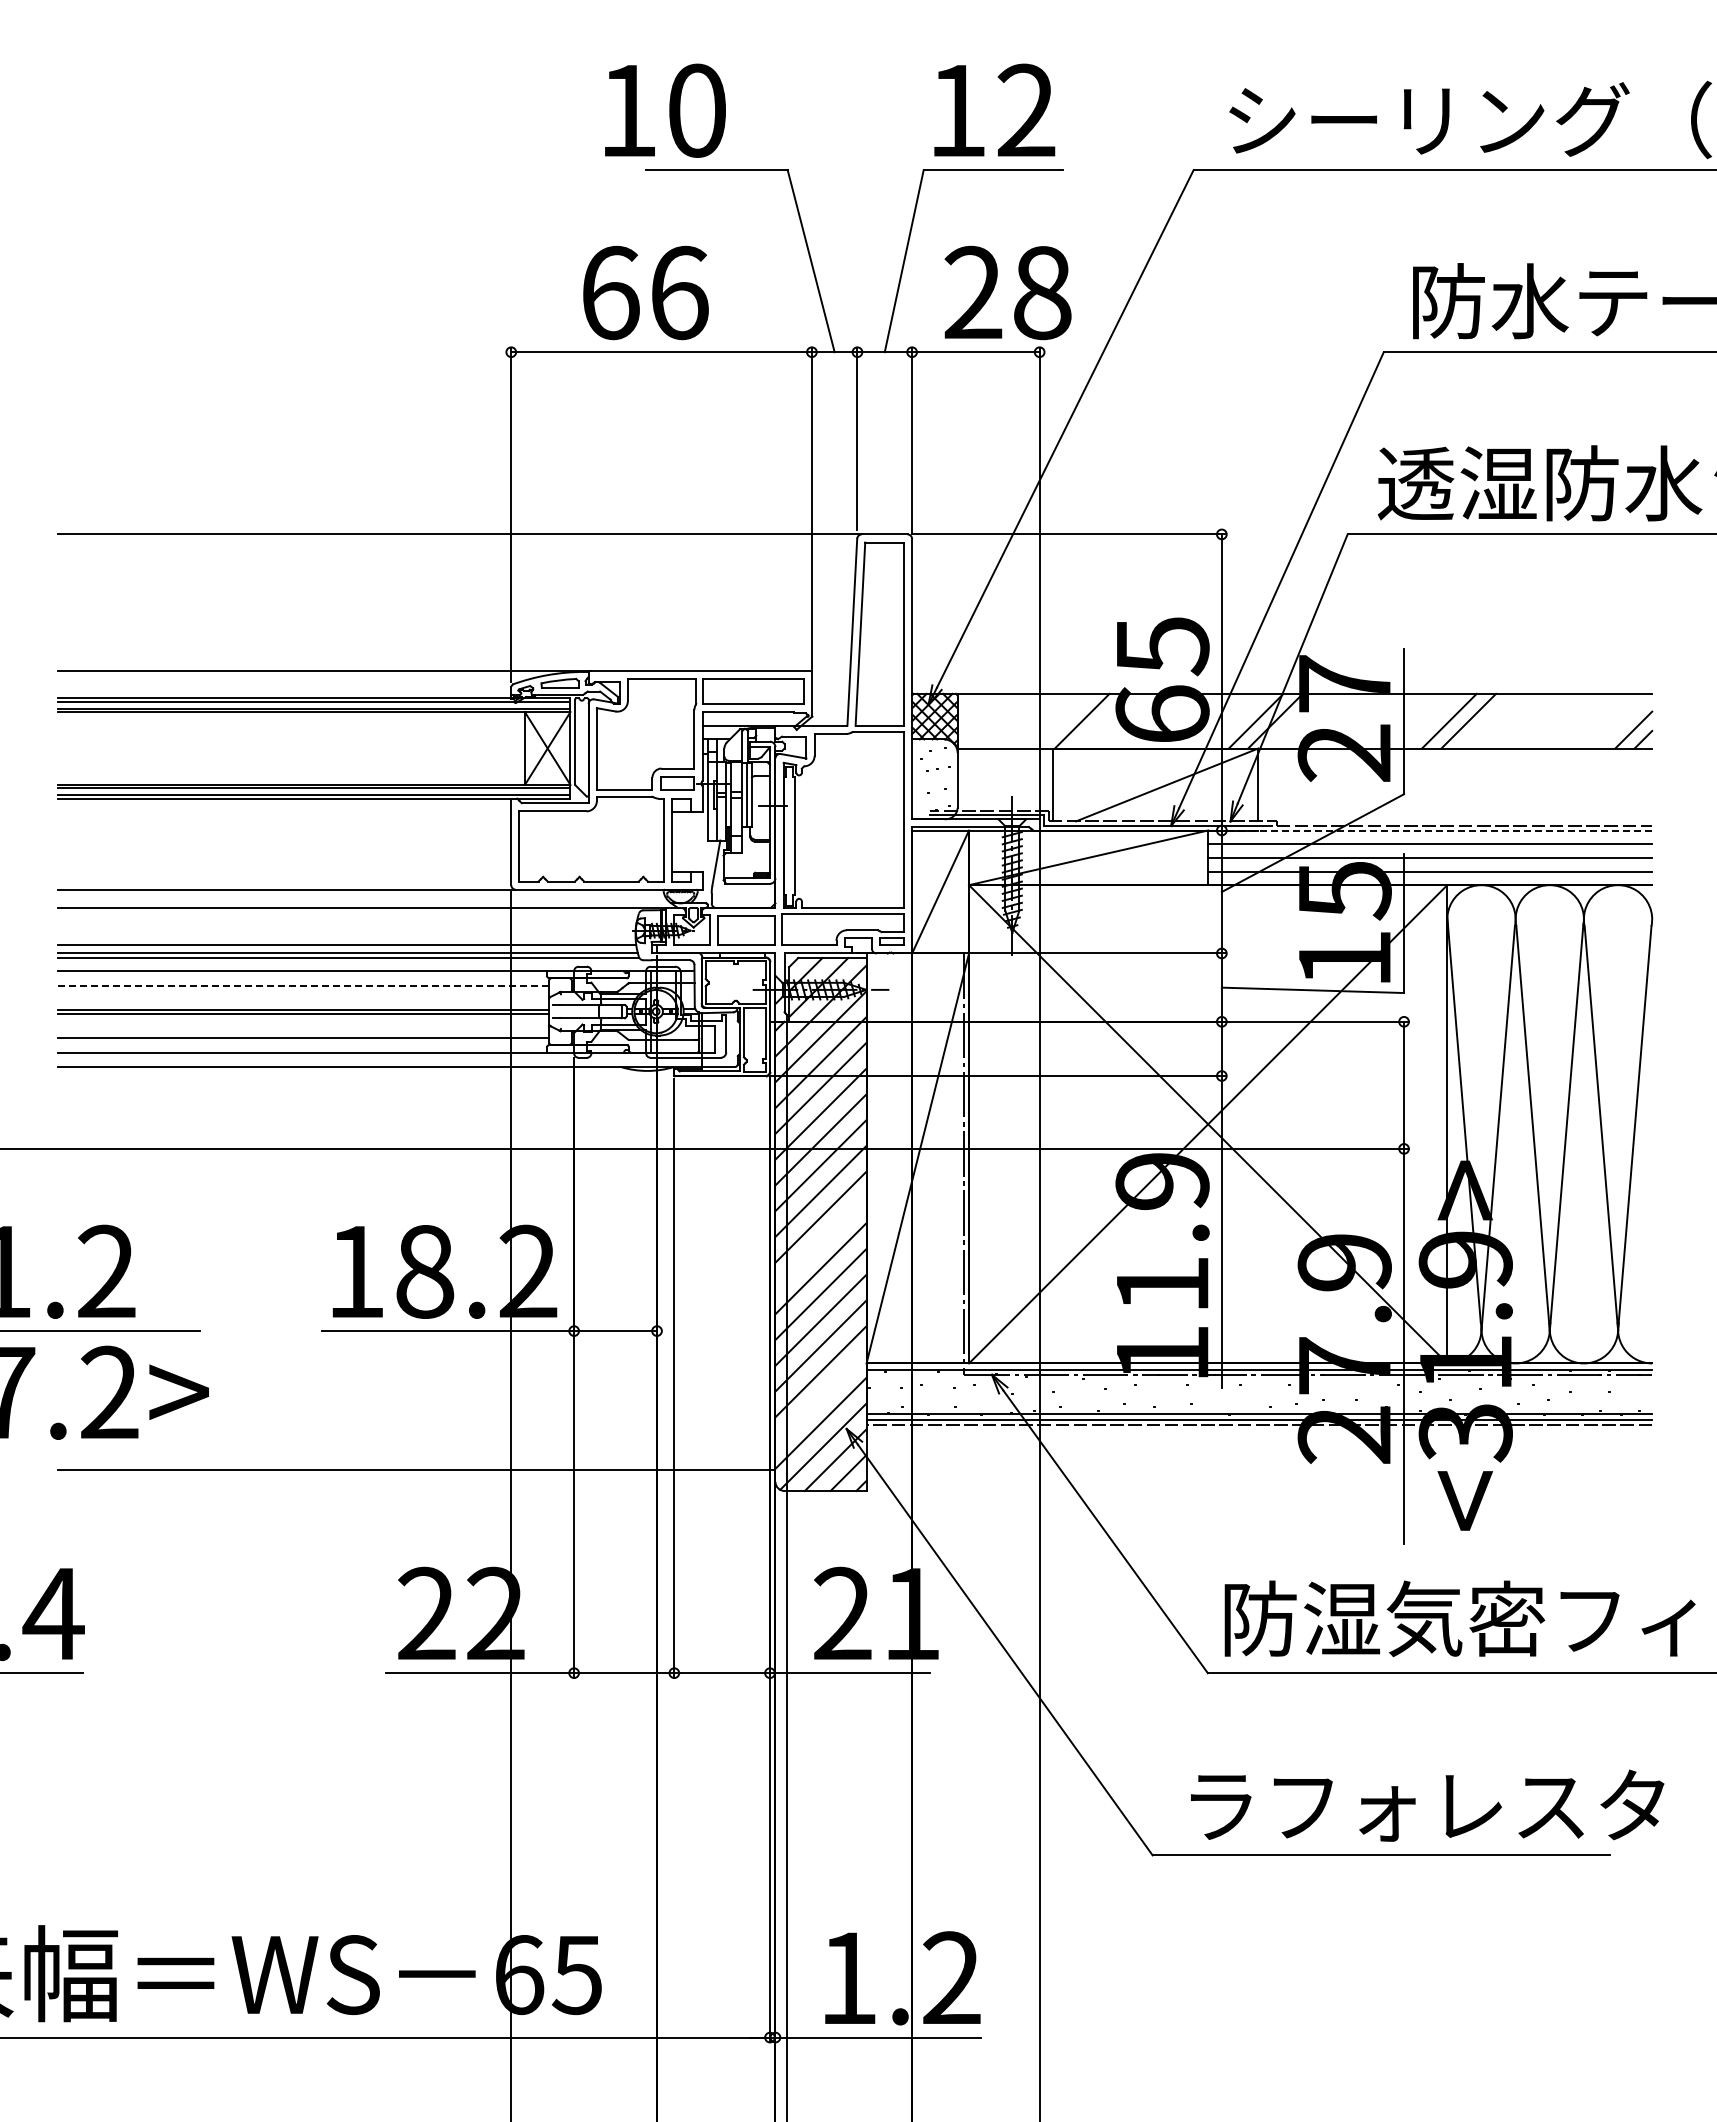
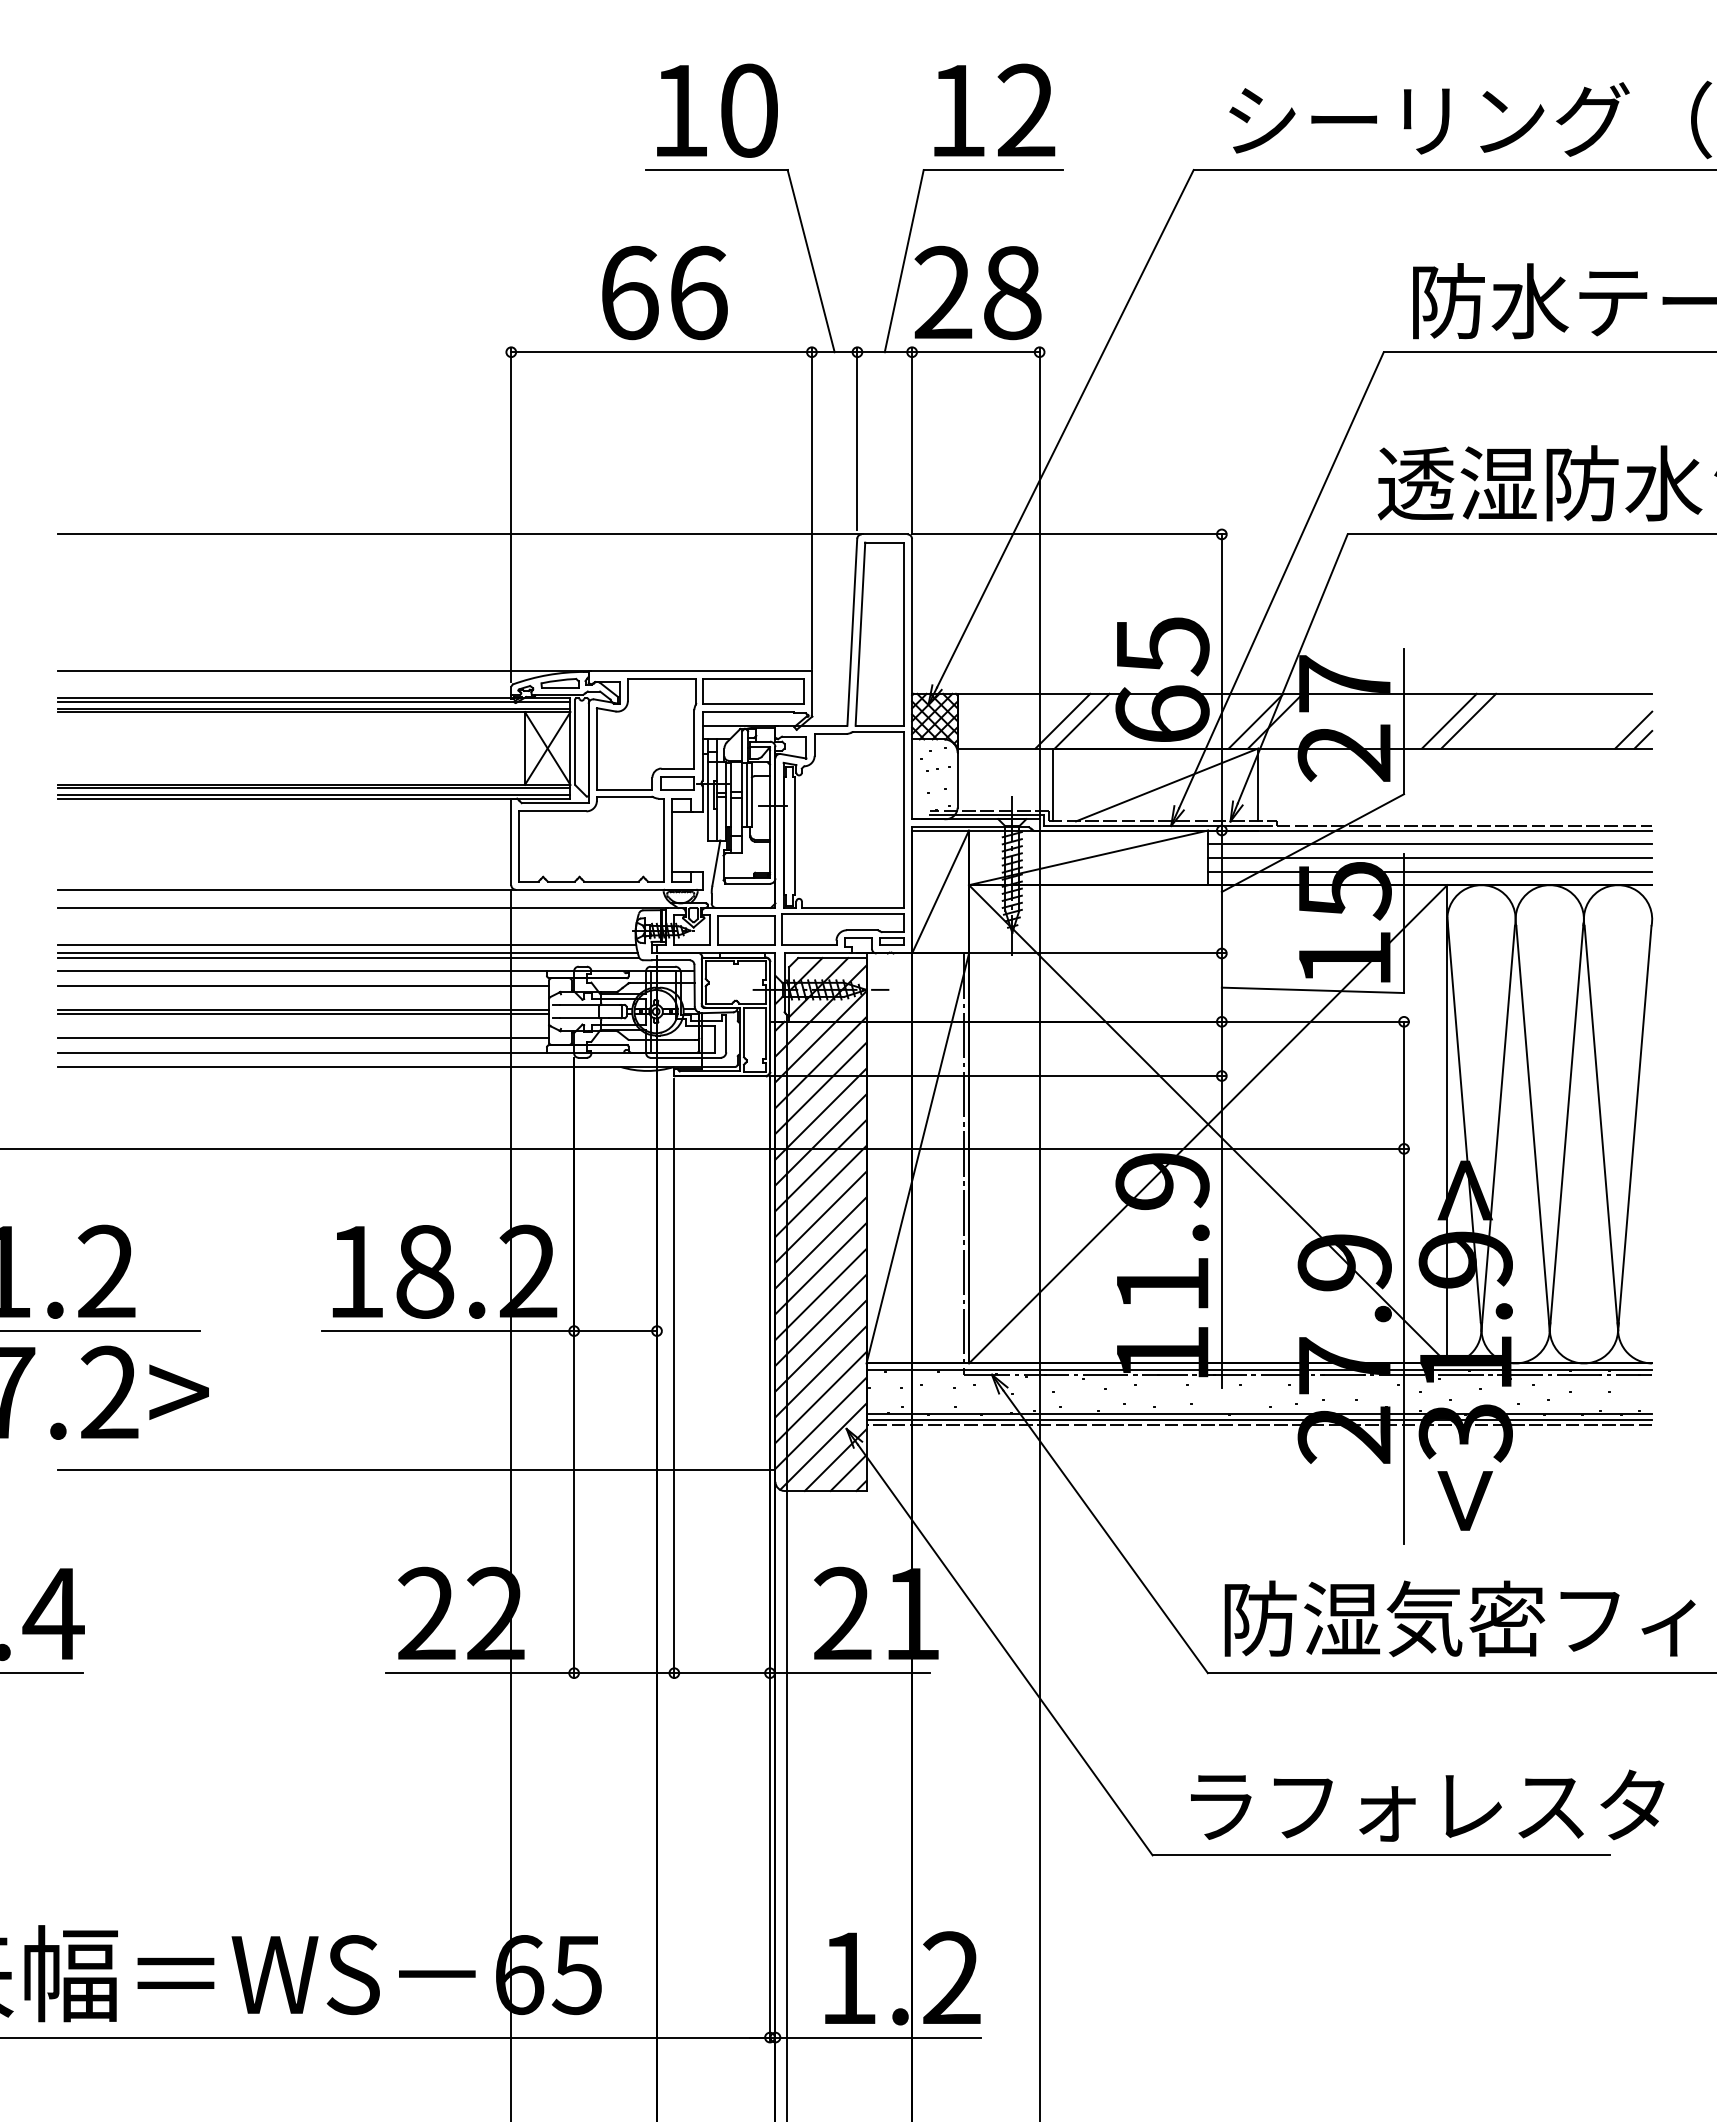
text at (665, 110) position: (665, 110) -> (717, 110)
text at (645, 292) position: (645, 292) -> (664, 292)
text at (1007, 292) position: (1007, 292) -> (977, 292)
line at (1062, 720): none -> present
line at (1429, 830): dashed -> solid
line at (303, 986): dashed -> solid
line at (820, 1242): none -> present
line at (820, 1397): none -> present
